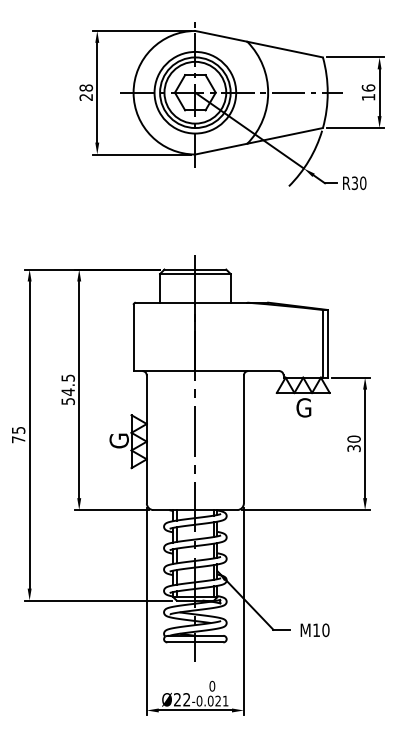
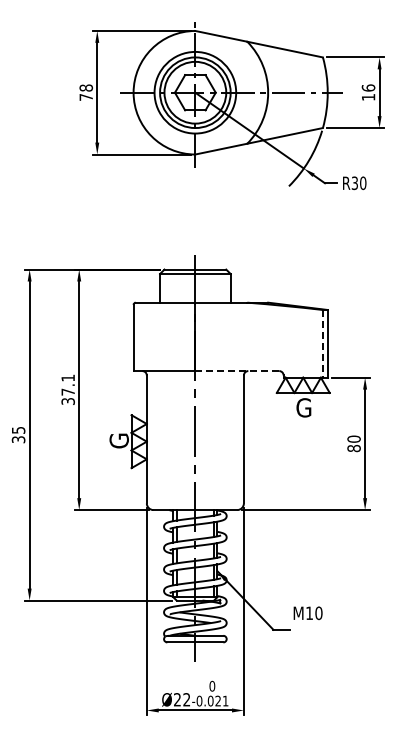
text at (85, 97): 28 -> 78
line at (322, 343): solid -> dashed
line at (237, 371): solid -> dashed
text at (67, 389): 54.5 -> 37.1
text at (18, 439): 75 -> 35
text at (353, 448): 30 -> 80
text at (314, 629) position: (314, 629) -> (307, 612)
